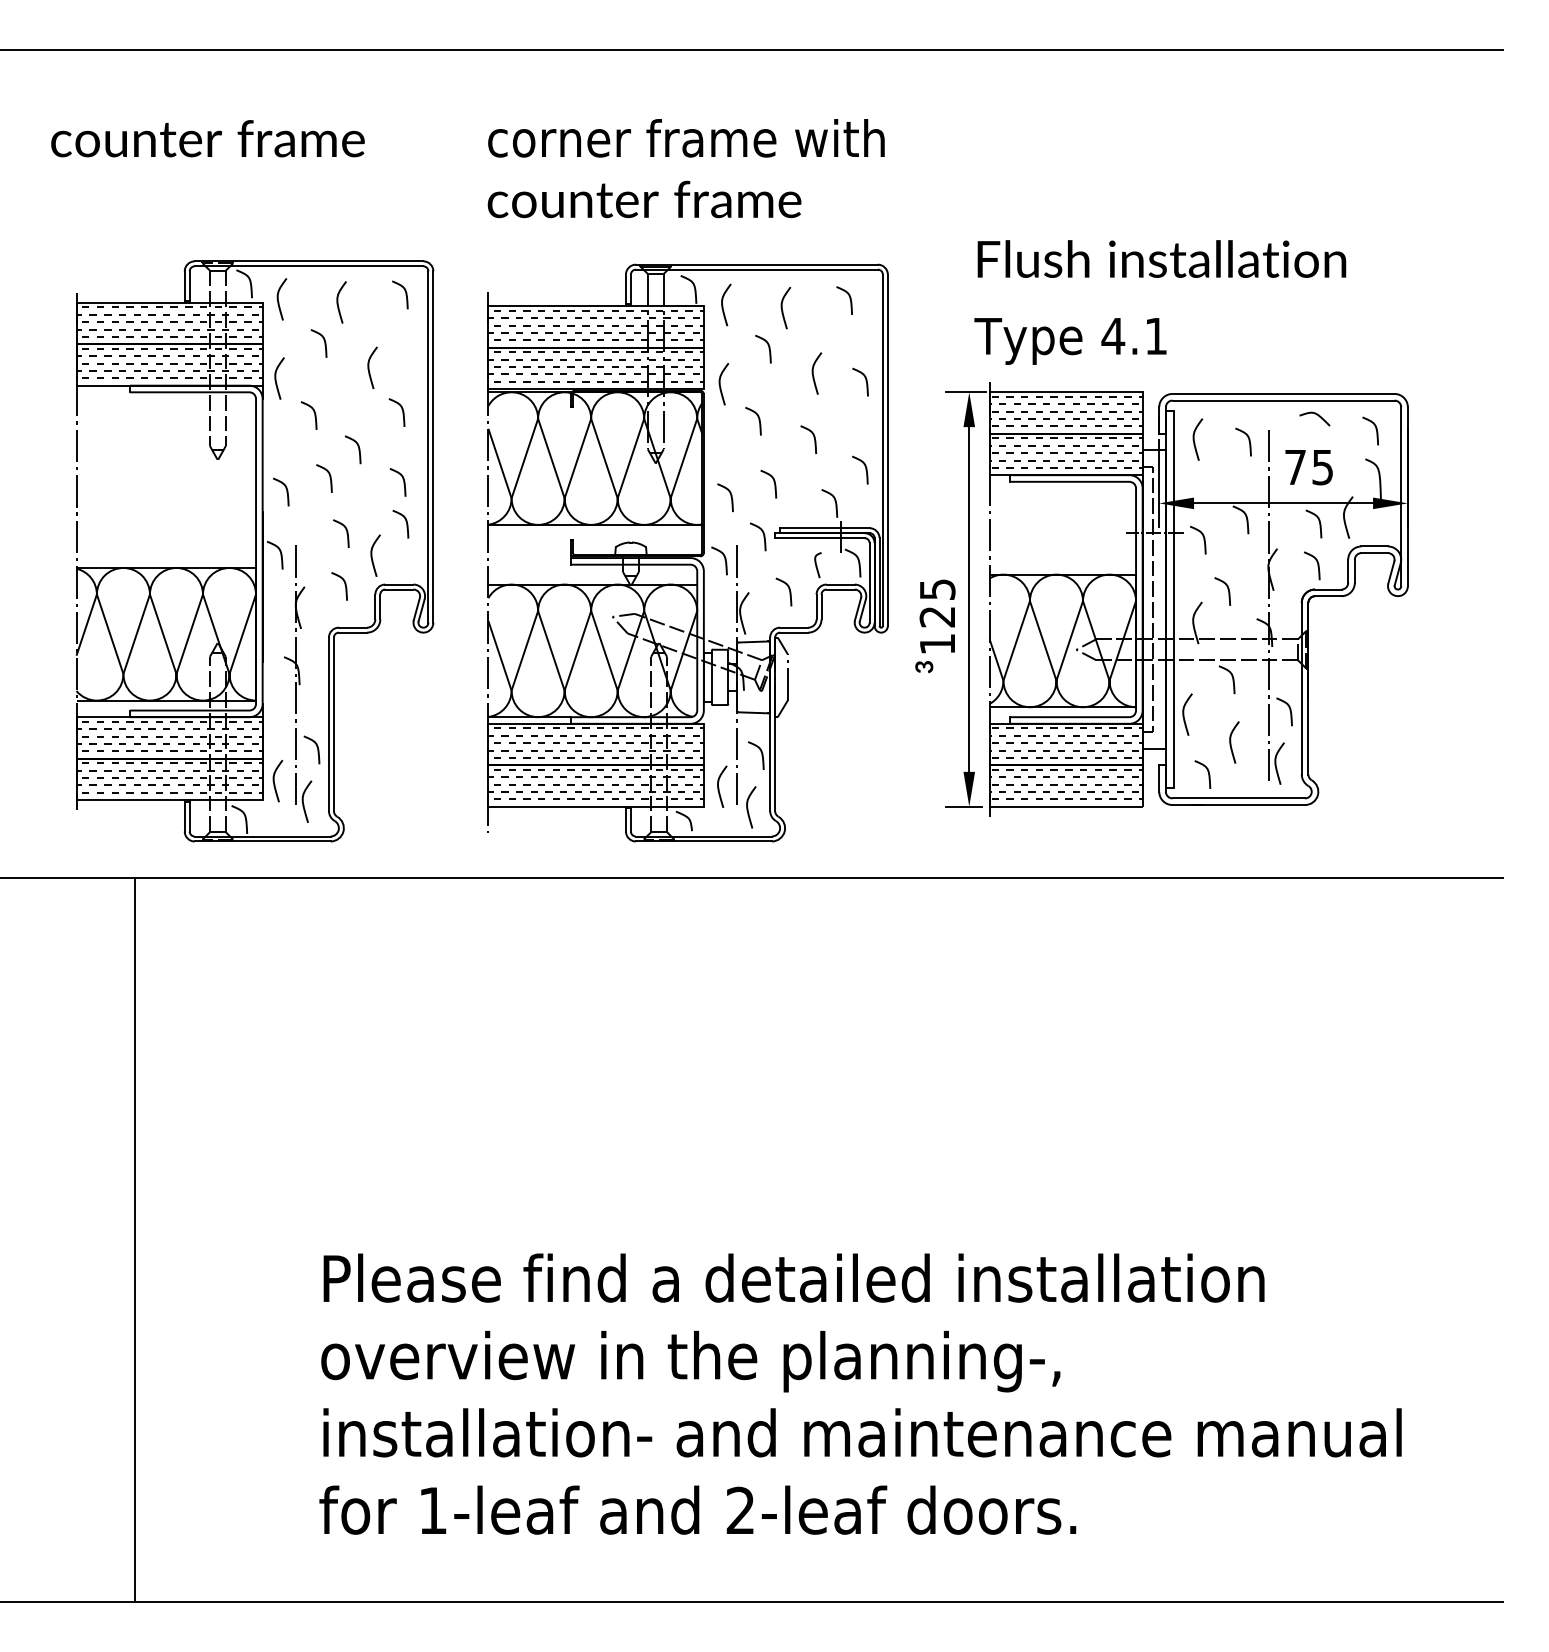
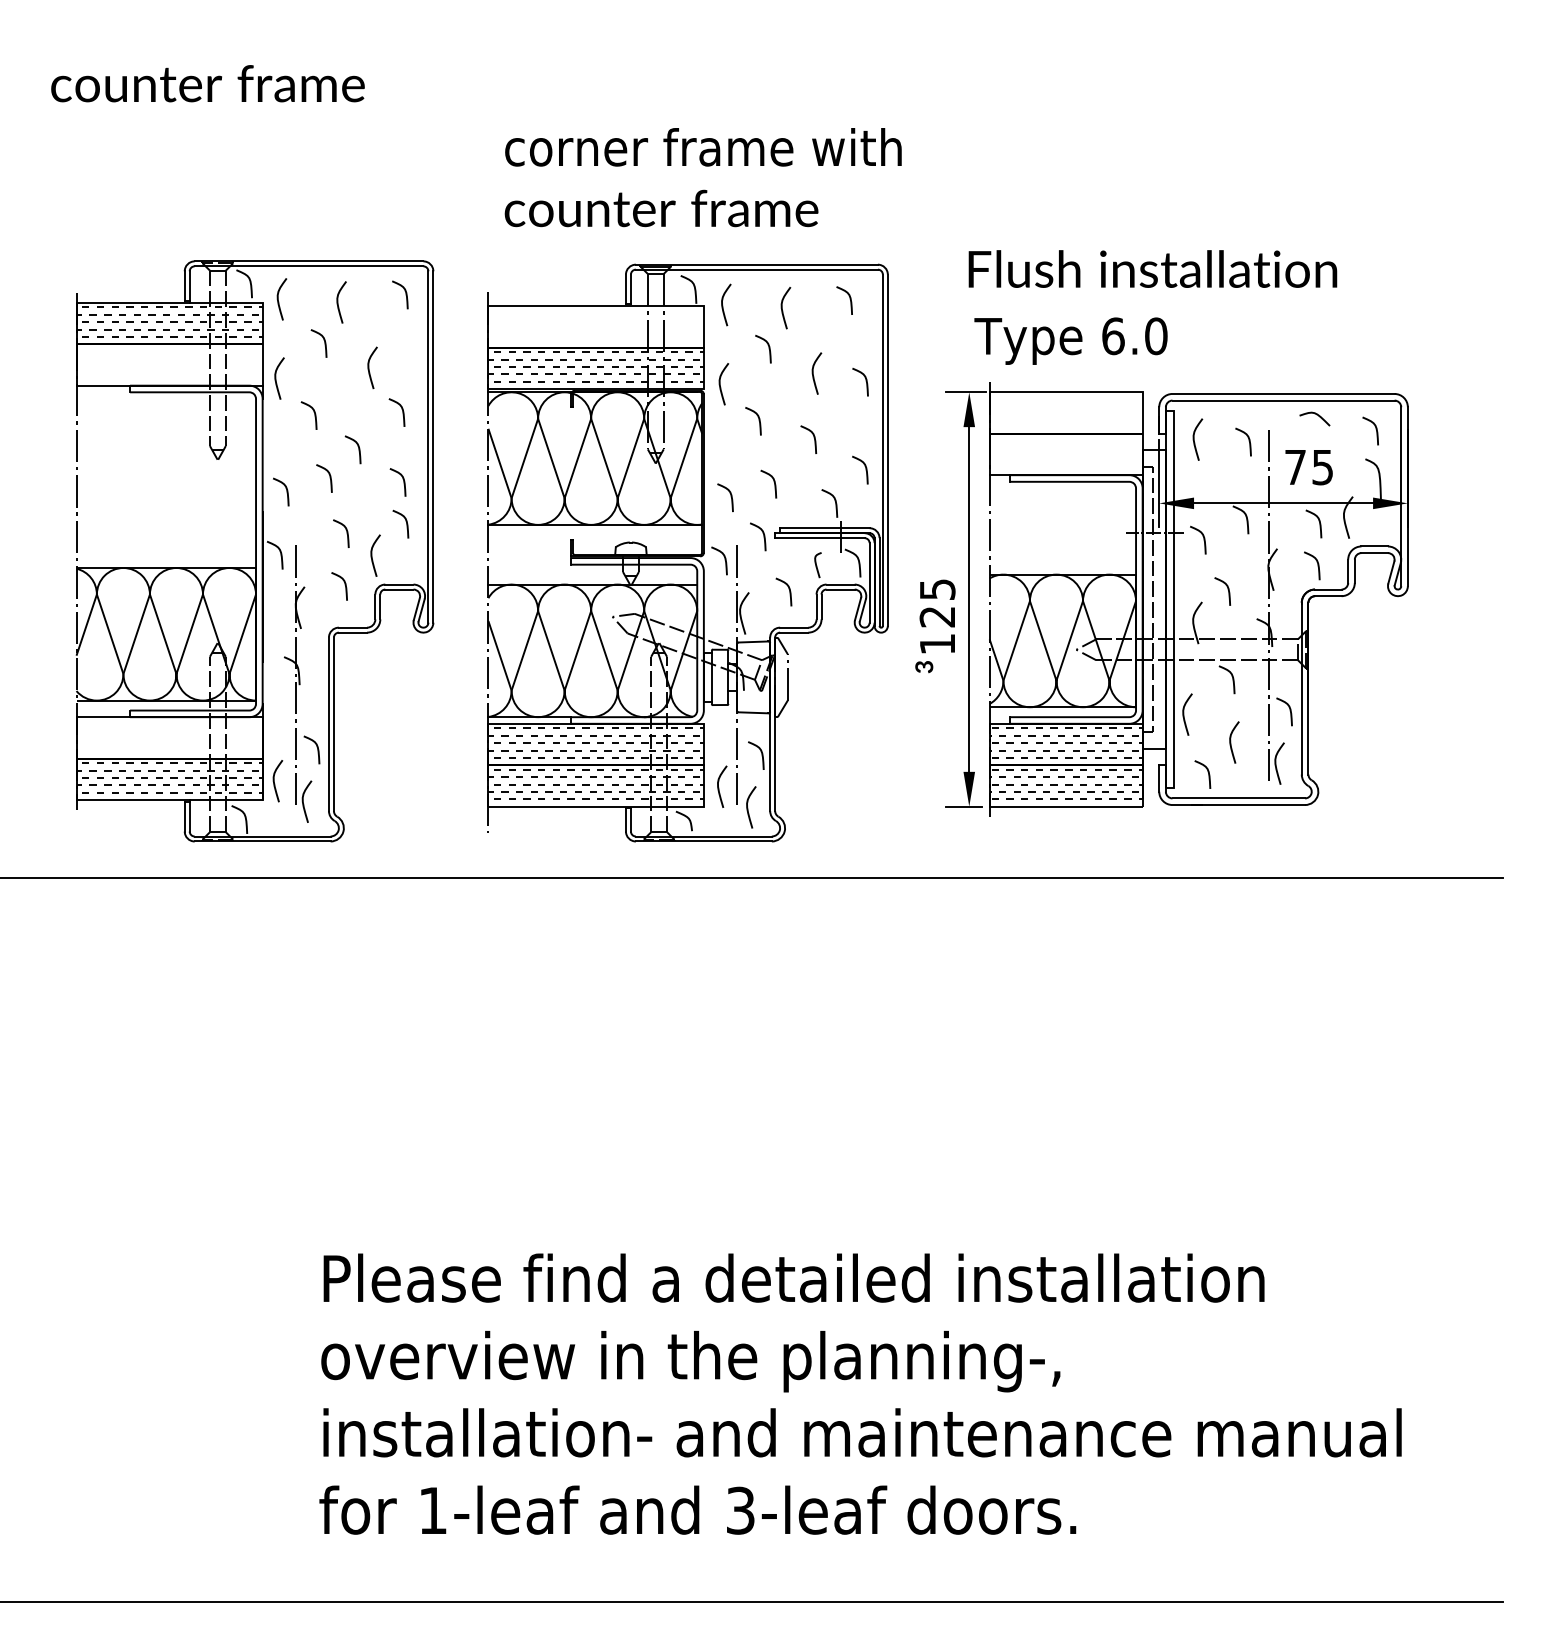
line at (752, 49): present -> none
text at (207, 138) position: (207, 138) -> (207, 83)
text at (685, 168) position: (685, 168) -> (702, 177)
text at (1161, 258) position: (1161, 258) -> (1152, 268)
hatch at (595, 325): present -> none
text at (1134, 336): 4.1 -> 6.0
hatch at (169, 363): present -> none
hatch at (1065, 411): present -> none
hatch at (1065, 452): present -> none
hatch at (169, 736): present -> none
line at (134, 1240): present -> none
text at (740, 1510): 2-leaf -> 3-leaf
